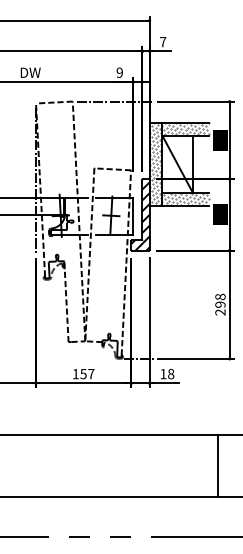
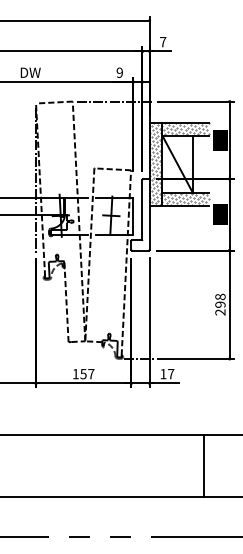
hatch at (140, 216): present -> none
text at (171, 373): 18 -> 17
line at (217, 465) position: (217, 465) -> (203, 465)
